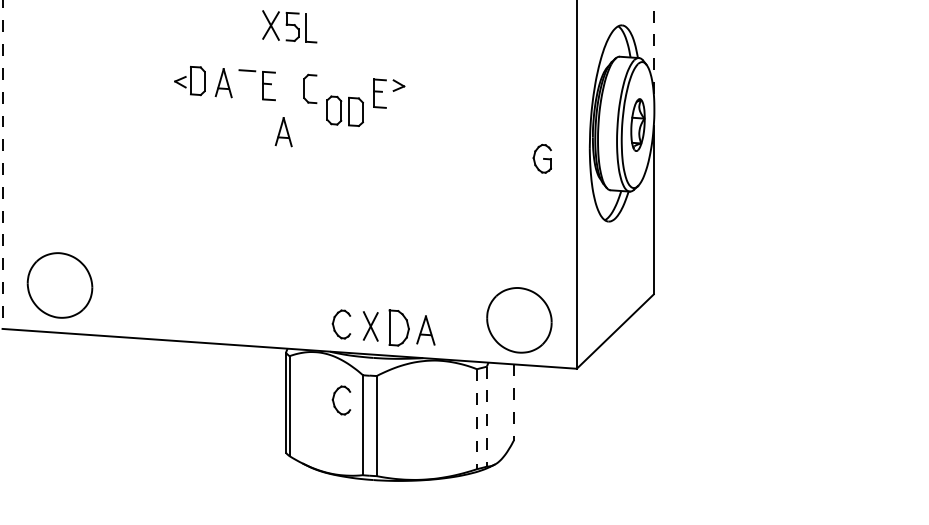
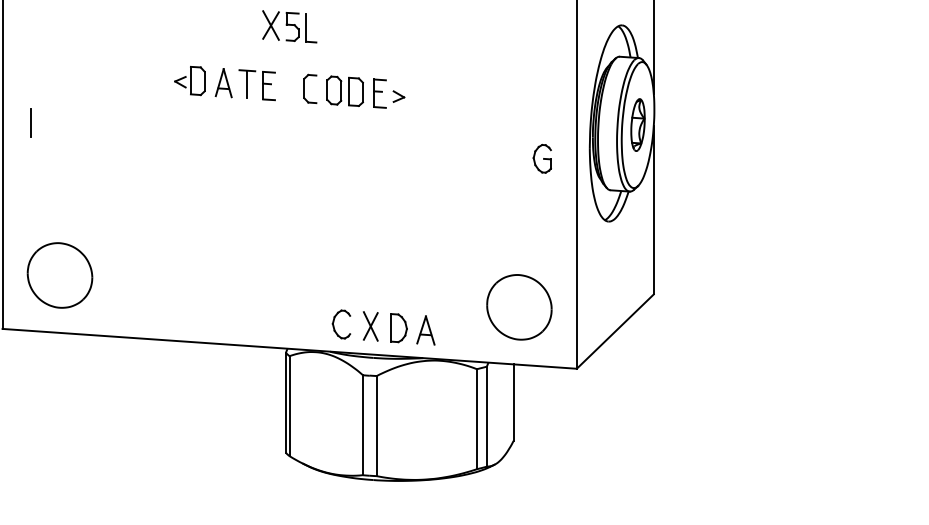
line at (653, 46): dashed -> solid
line at (247, 84): none -> present
part at (398, 85) position: (398, 85) -> (398, 96)
part at (344, 110) position: (344, 110) -> (344, 90)
line at (30, 123): none -> present
part at (283, 132): present -> none
line at (2, 165): dashed -> solid
part at (59, 285) position: (59, 285) -> (59, 275)
part at (519, 320) position: (519, 320) -> (519, 307)
part at (398, 327) size: 22x38 px -> 18x31 px
part at (334, 401): present -> none
line at (513, 403): dashed -> solid
line at (486, 416): dashed -> solid
line at (476, 419): dashed -> solid
